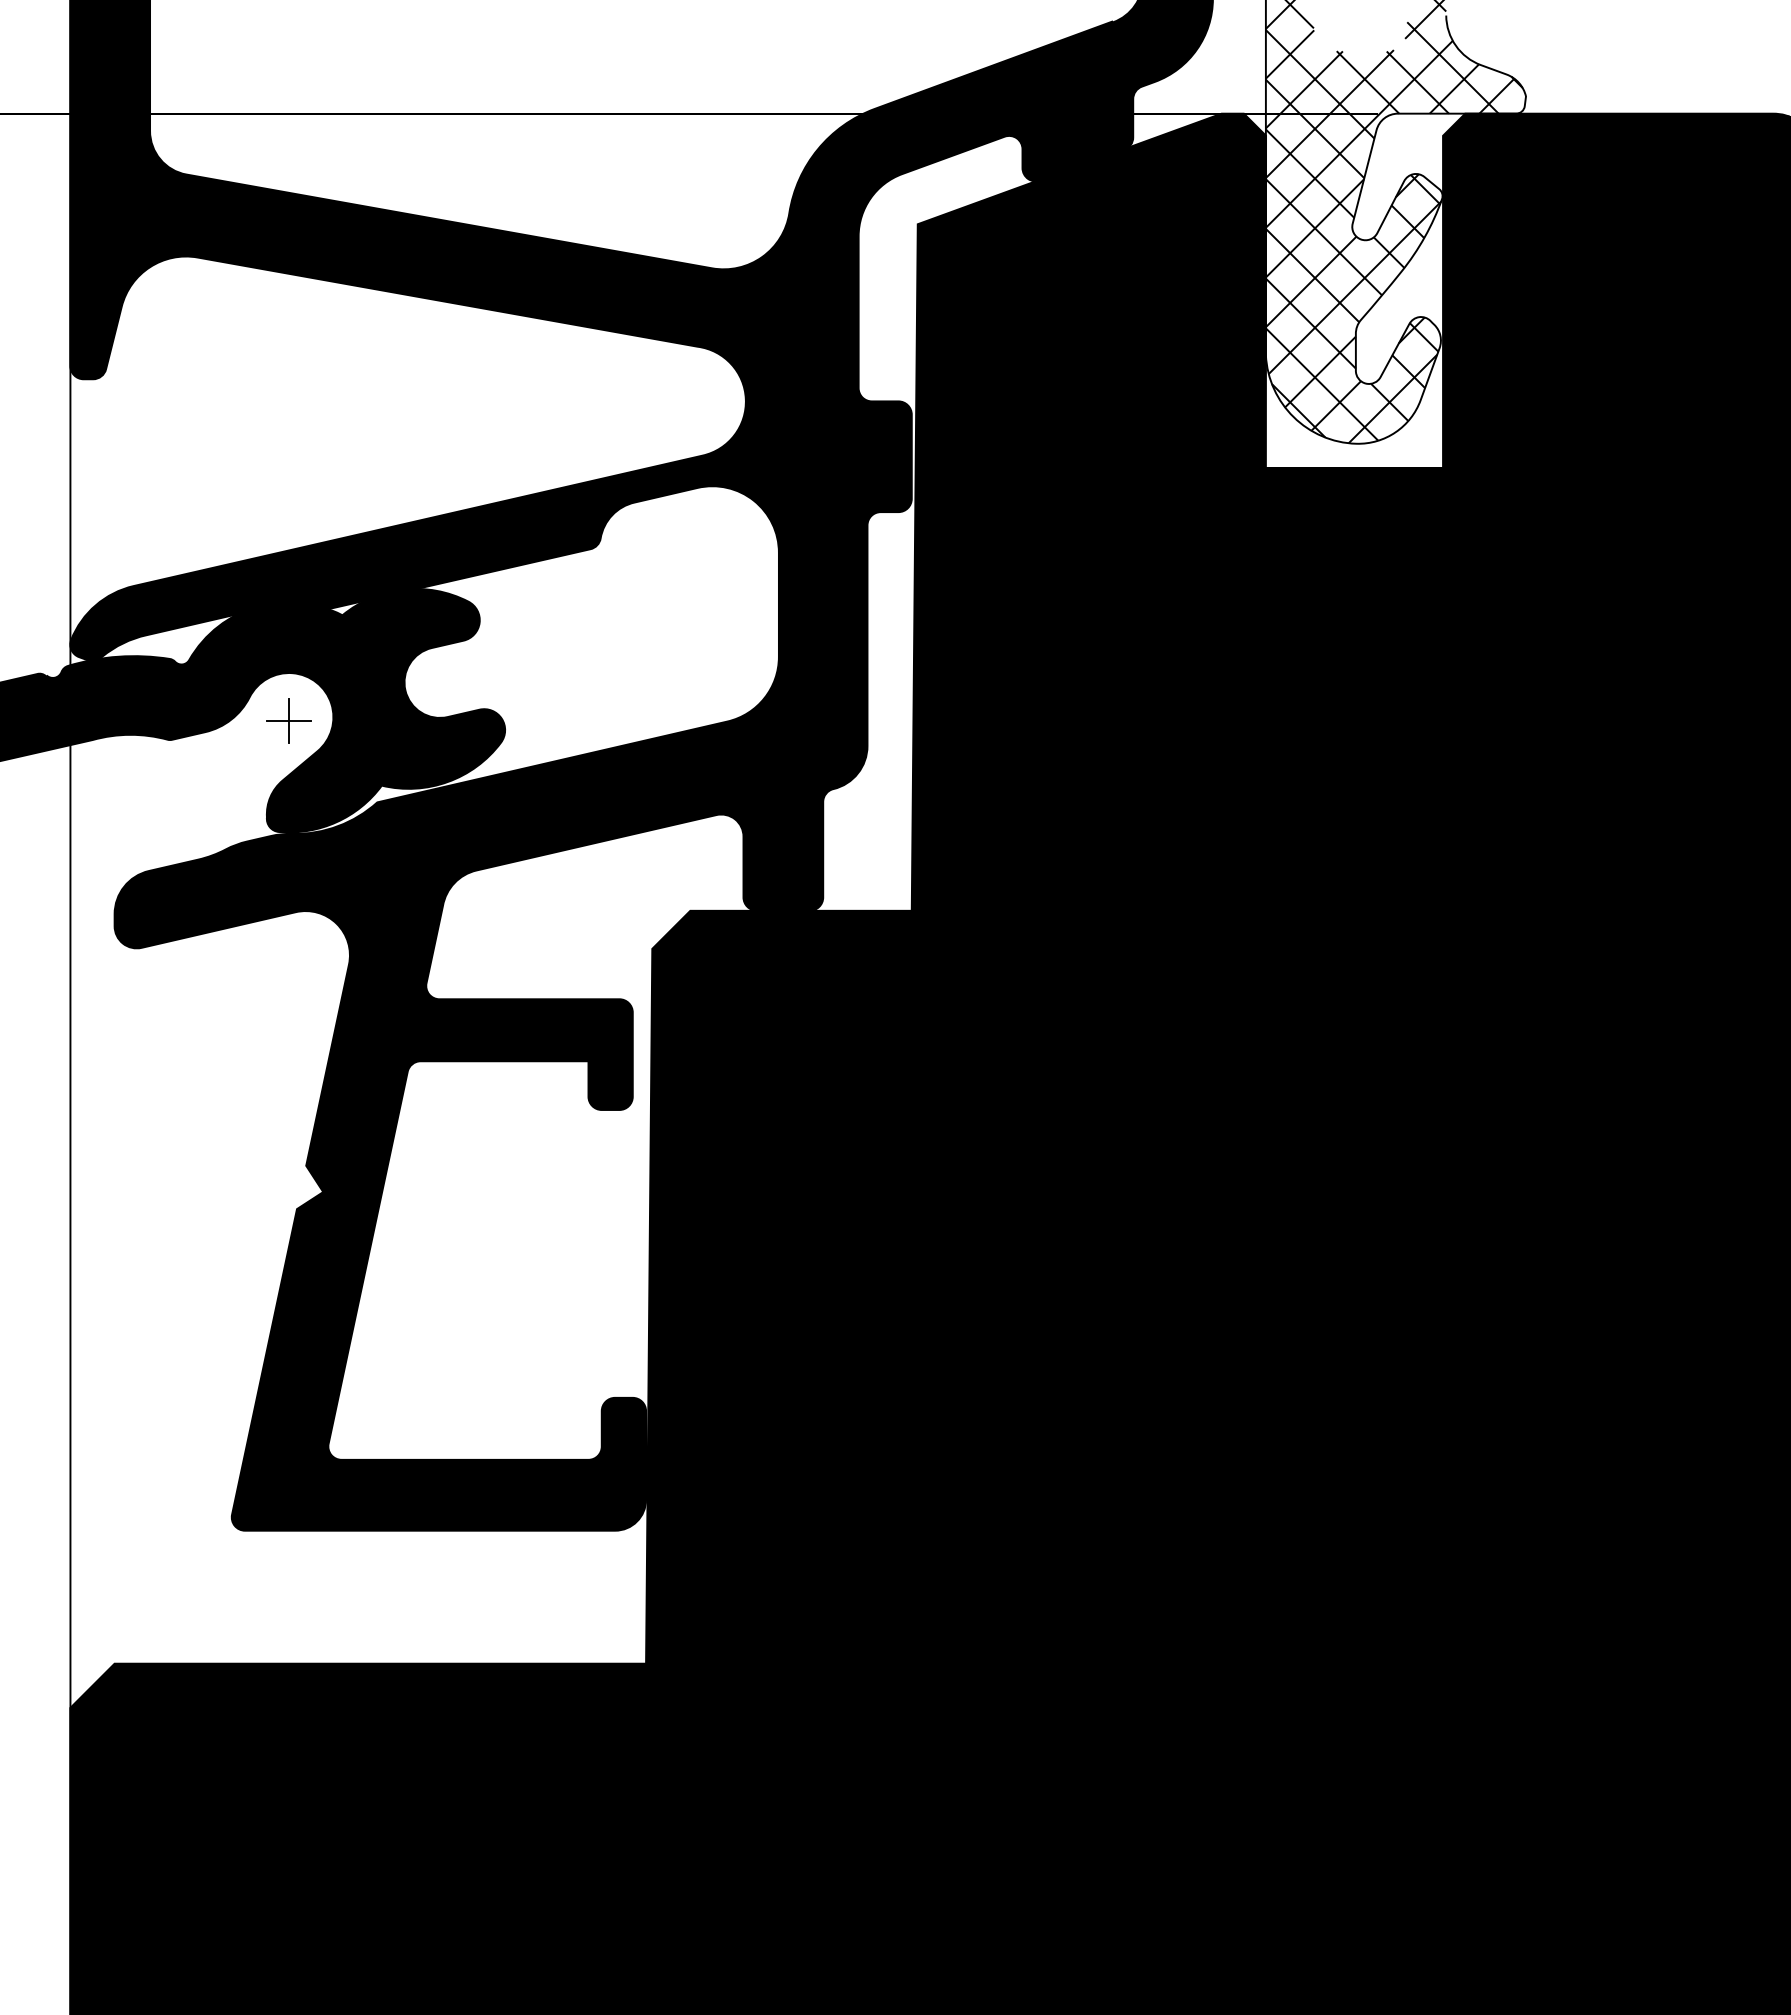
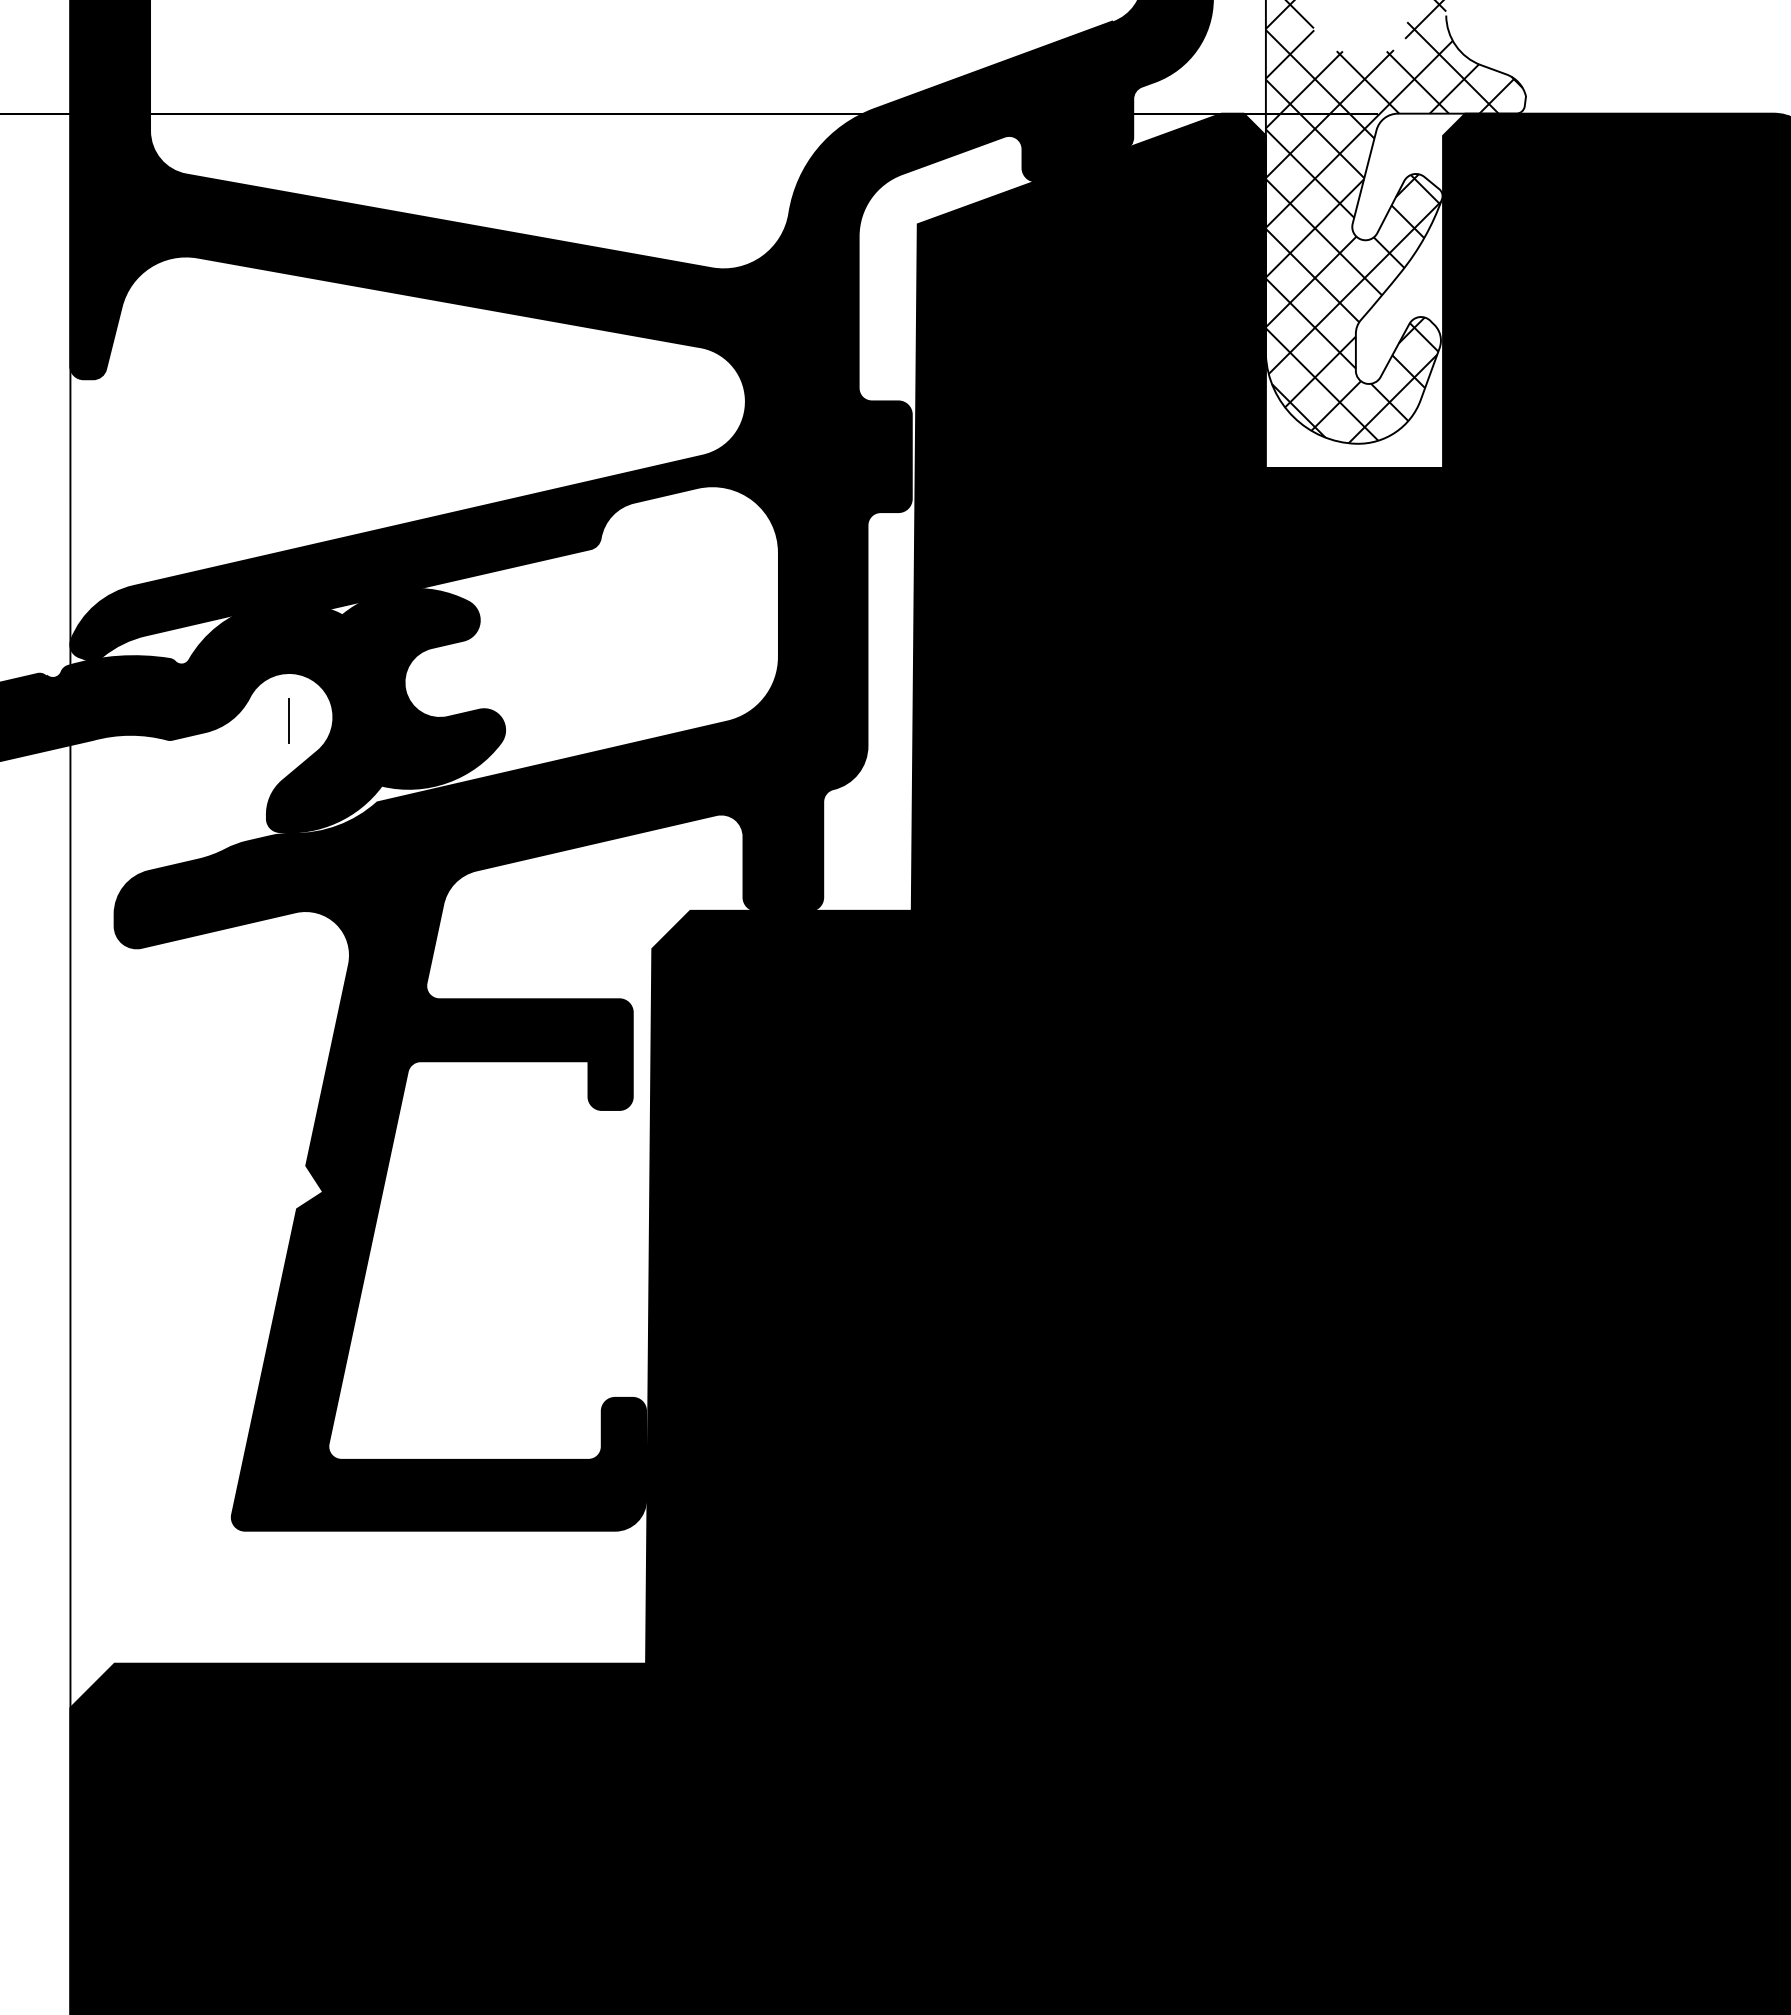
line at (289, 720): present -> none
